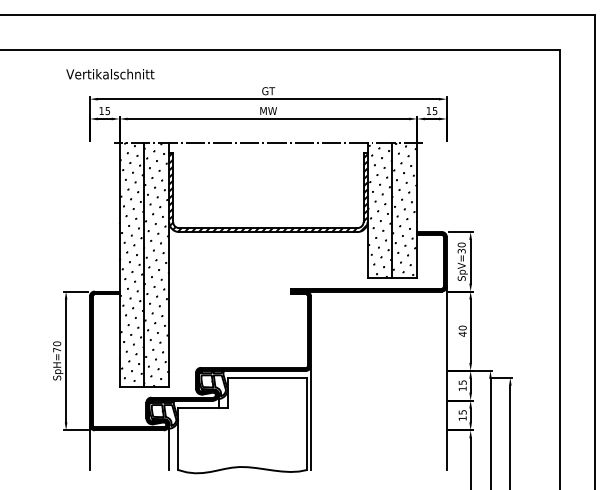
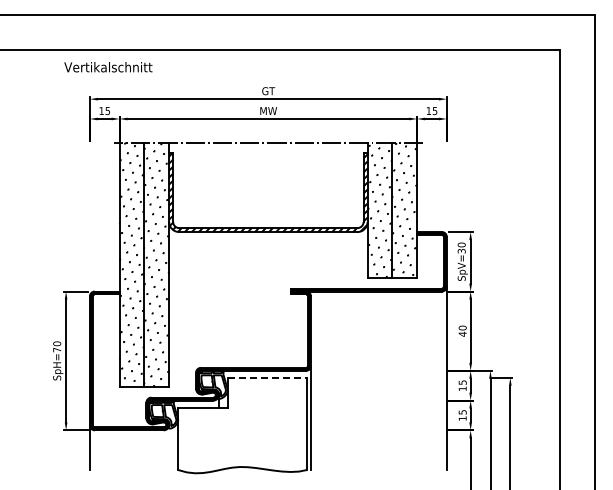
text at (110, 74) position: (110, 74) -> (108, 67)
line at (267, 377): solid -> dashed
line at (169, 447): present -> none
